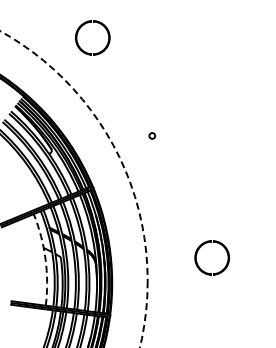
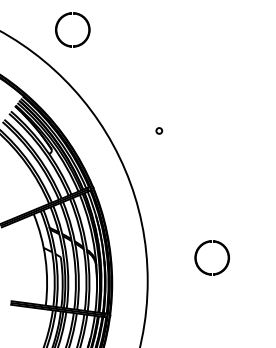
part at (88, 23) position: (88, 23) -> (68, 15)
circle at (152, 135) position: (152, 135) -> (159, 130)
circle at (73, 189): dashed -> solid
arc at (45, 259): dashed -> solid
